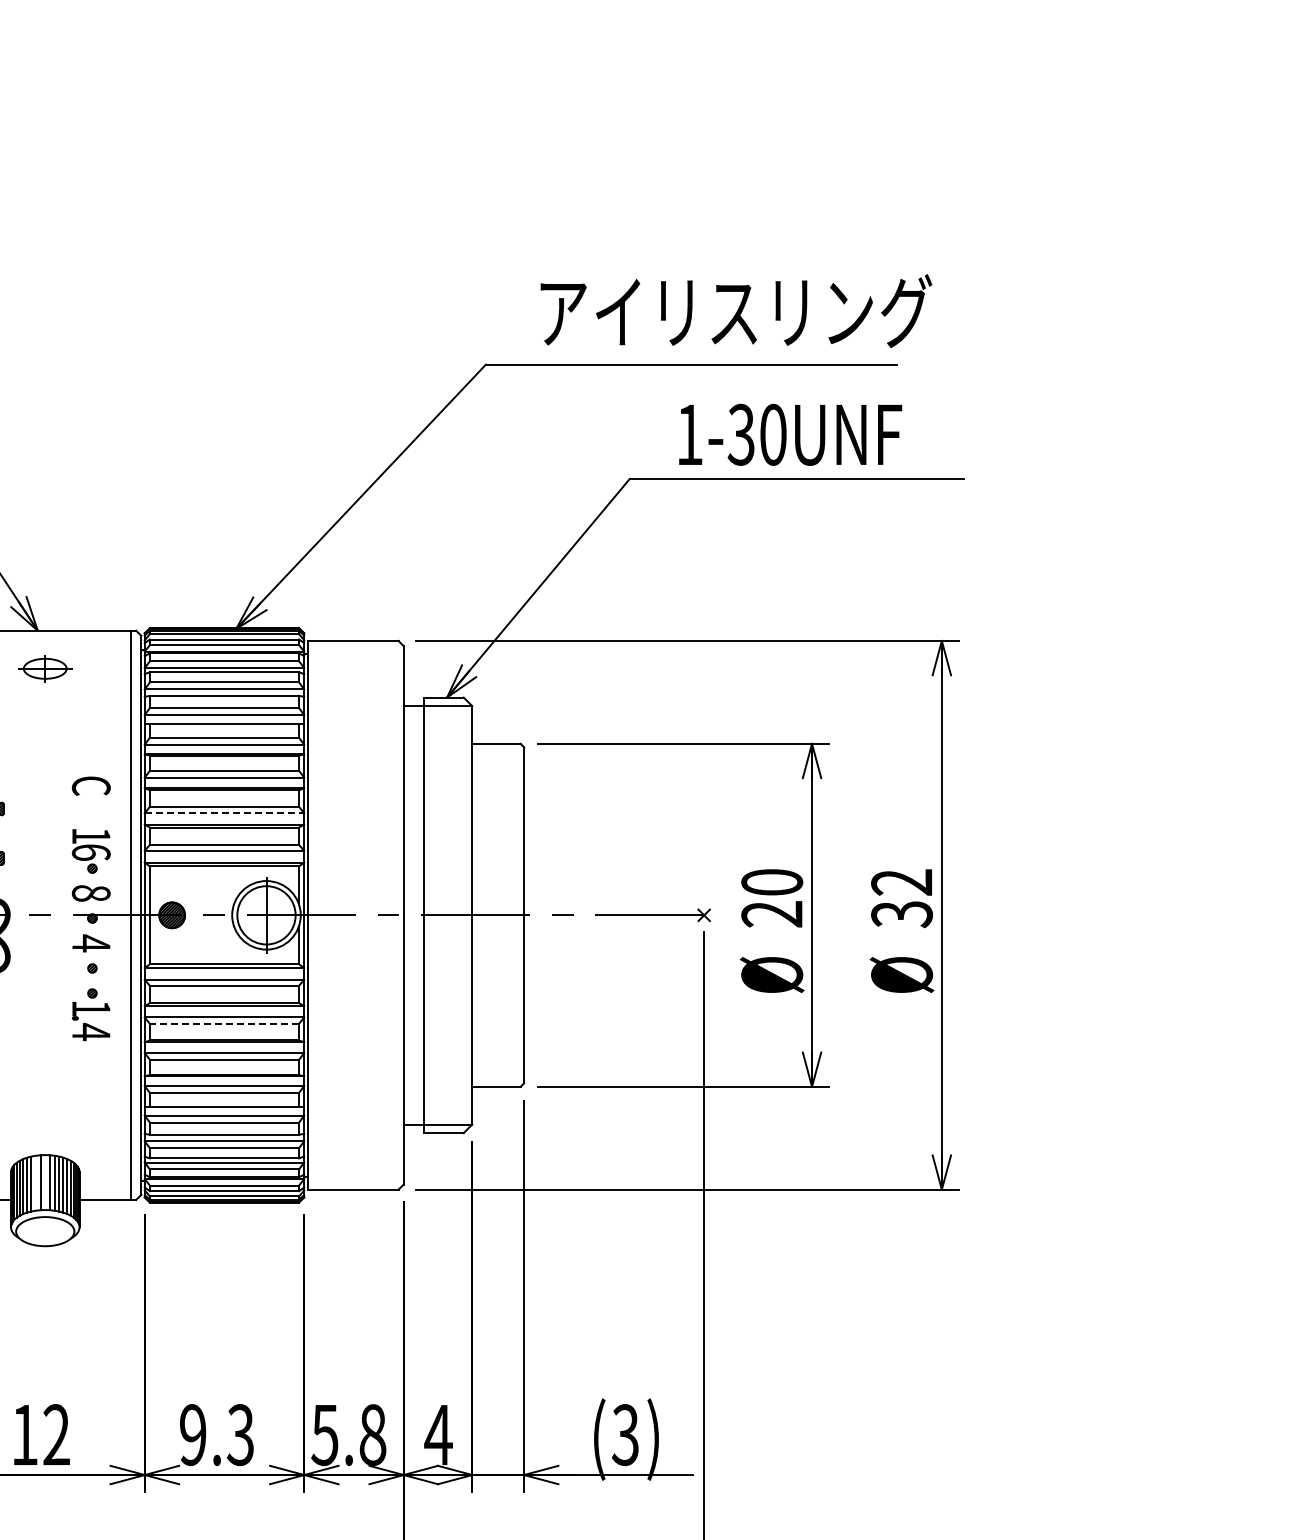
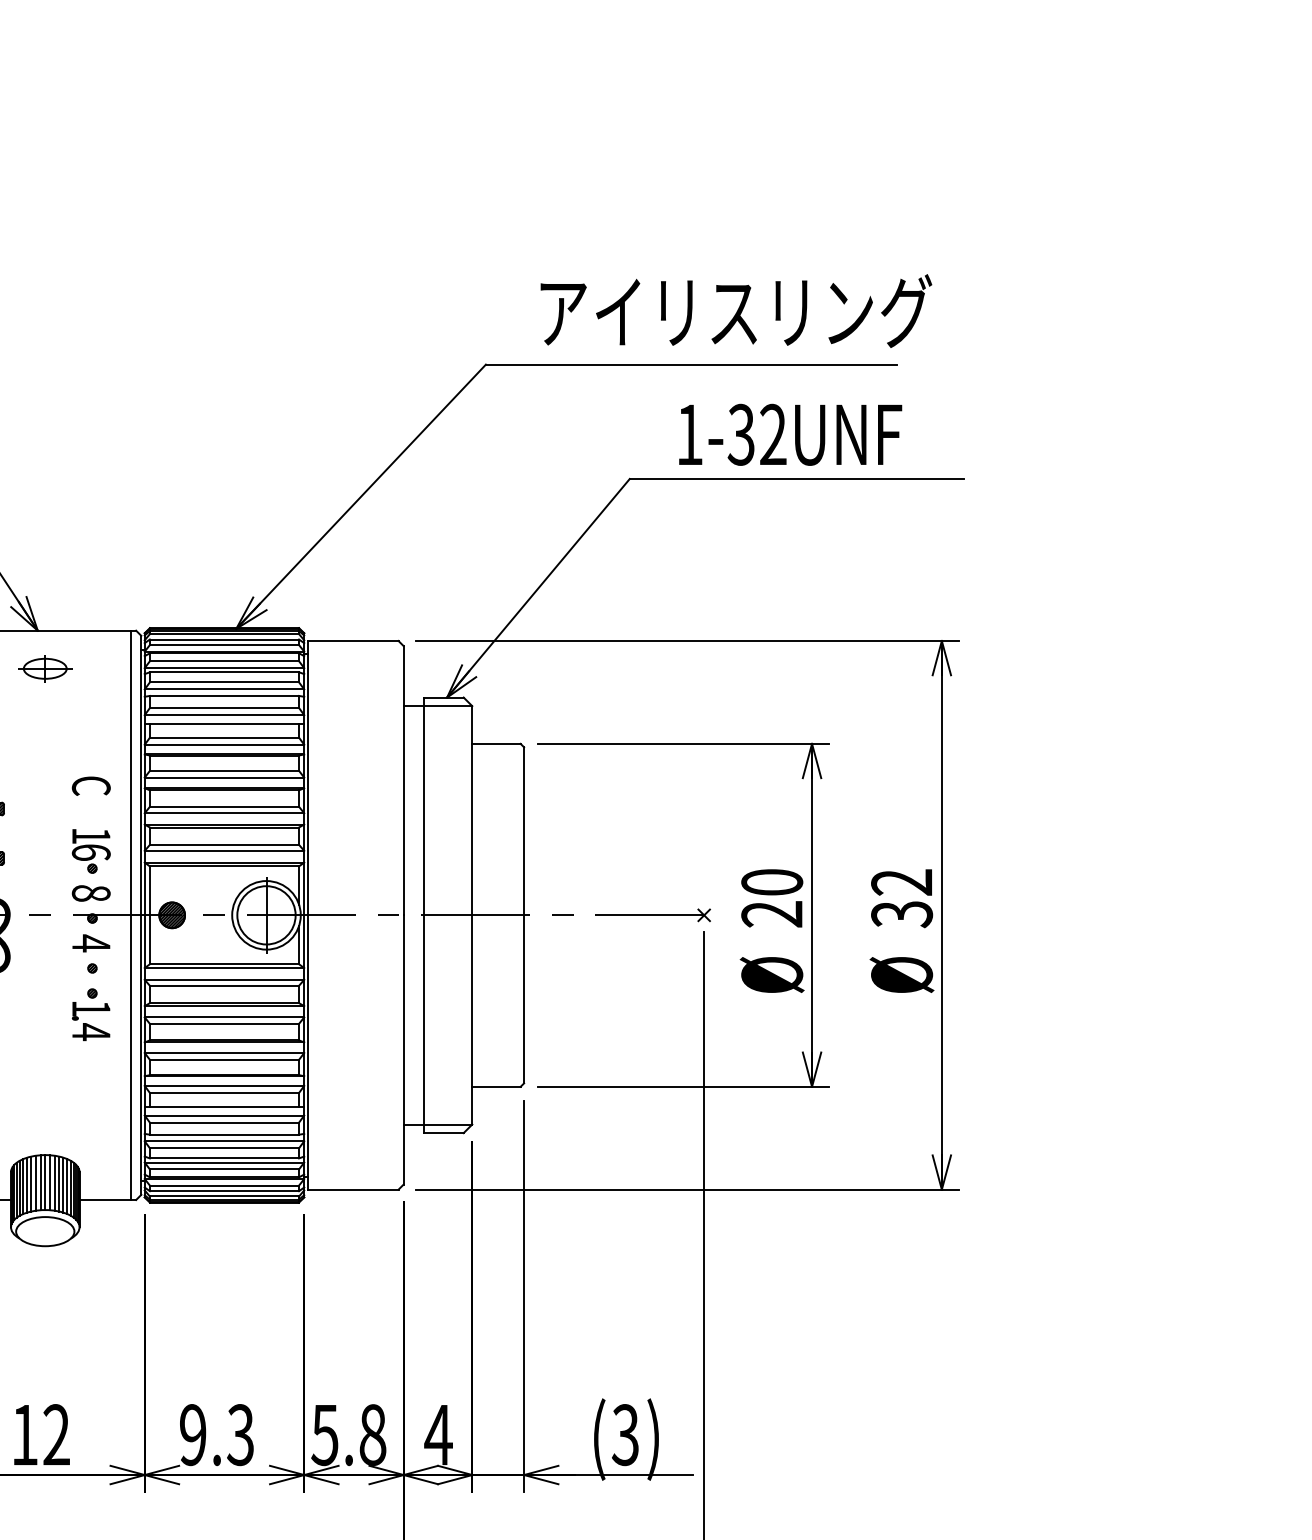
text at (773, 434): 1-30UNF -> 1-32UNF
line at (224, 813): dashed -> solid
line at (224, 1023): dashed -> solid
line at (35, 1182): none -> present
line at (45, 1182): none -> present
